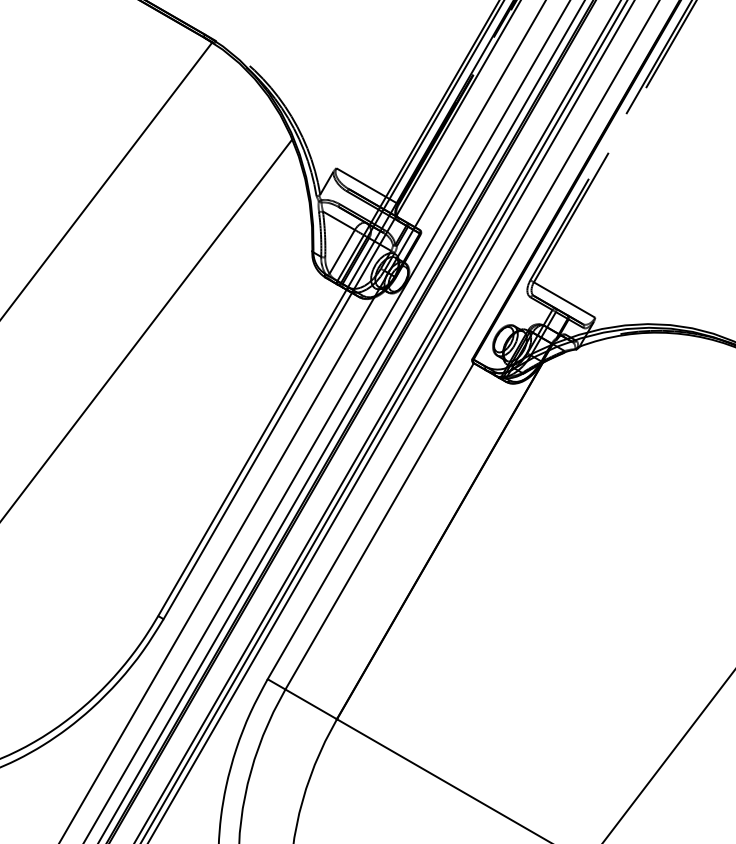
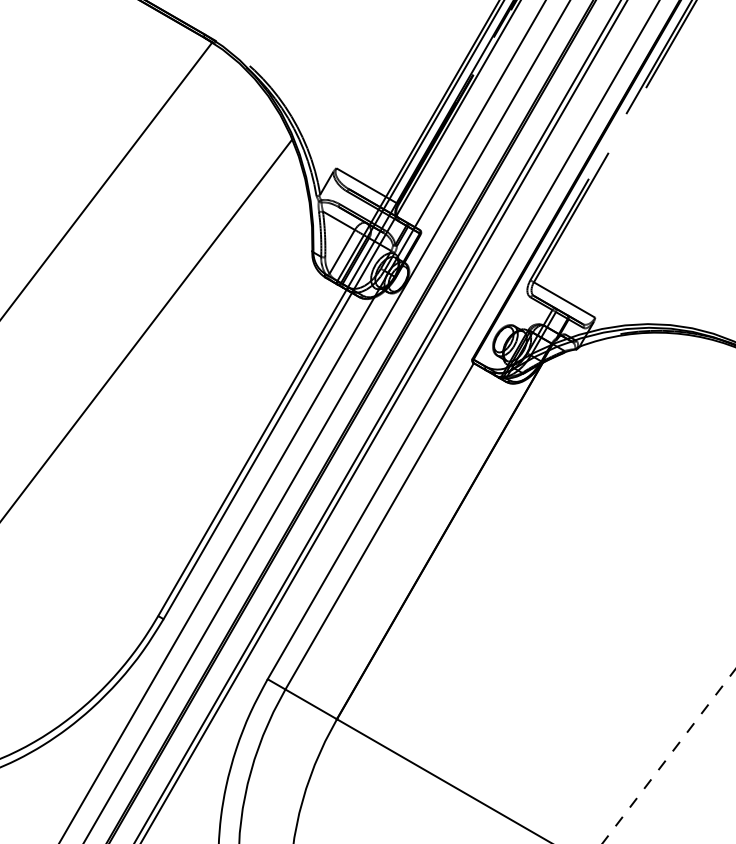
line at (341, 421): present -> none
line at (391, 421): present -> none
line at (668, 756): solid -> dashed
